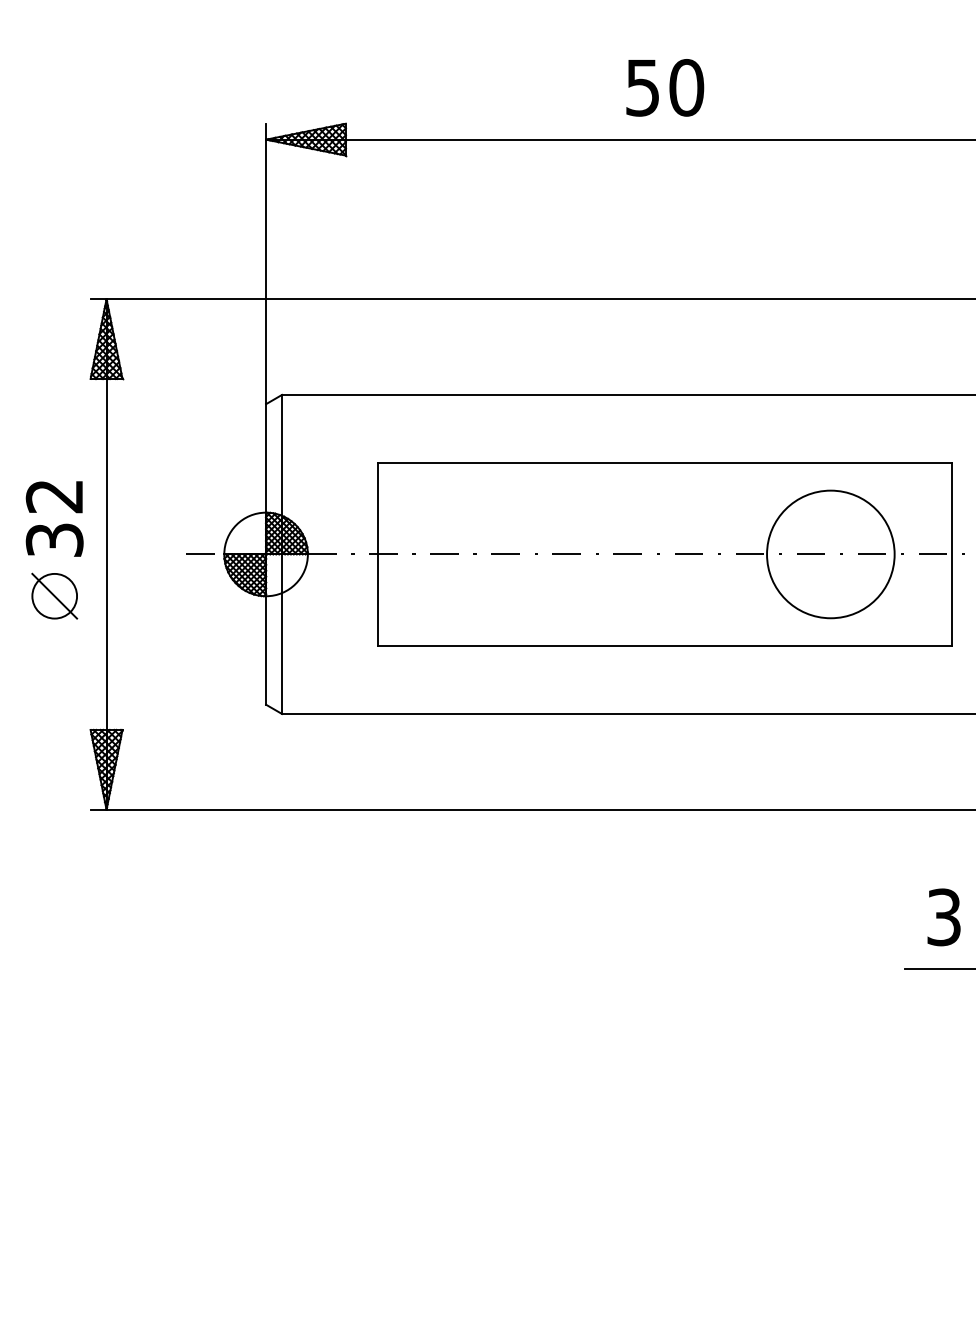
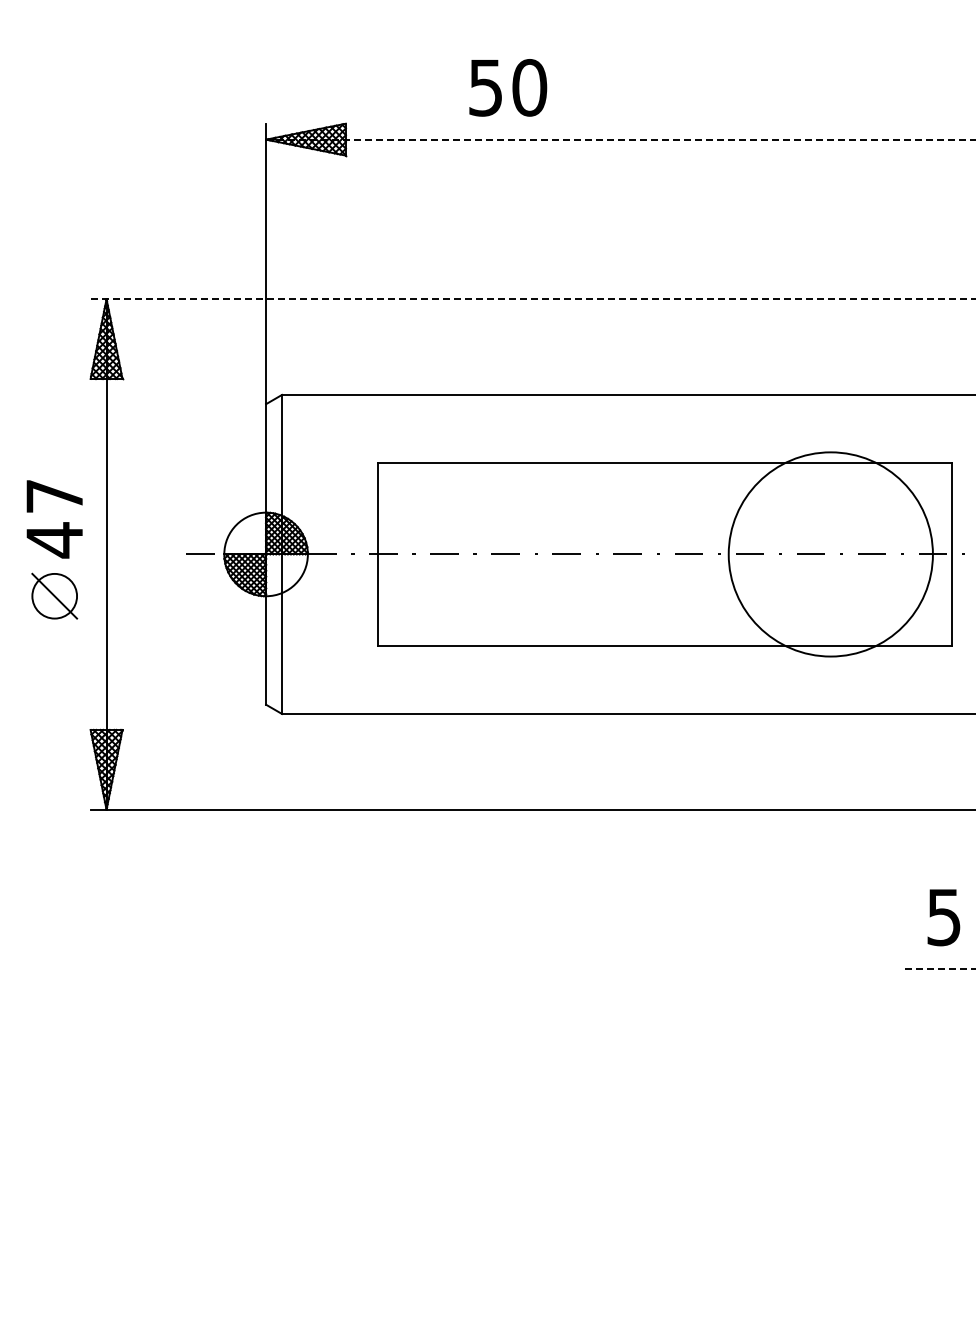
text at (665, 87) position: (665, 87) -> (508, 87)
line at (620, 139): solid -> dashed
line at (533, 299): solid -> dashed
text at (54, 519): 32 -> 47
circle at (830, 554) diameter: 128 px -> 204 px
text at (944, 916): 3 -> 5
line at (940, 969): solid -> dashed
